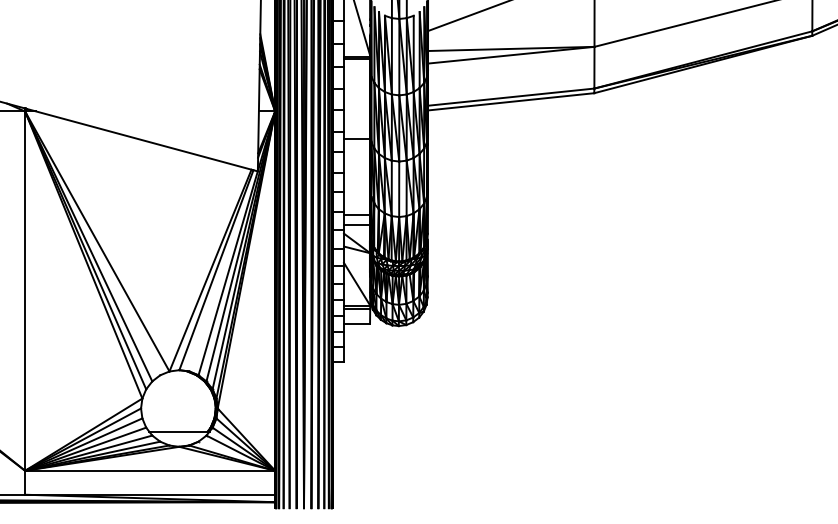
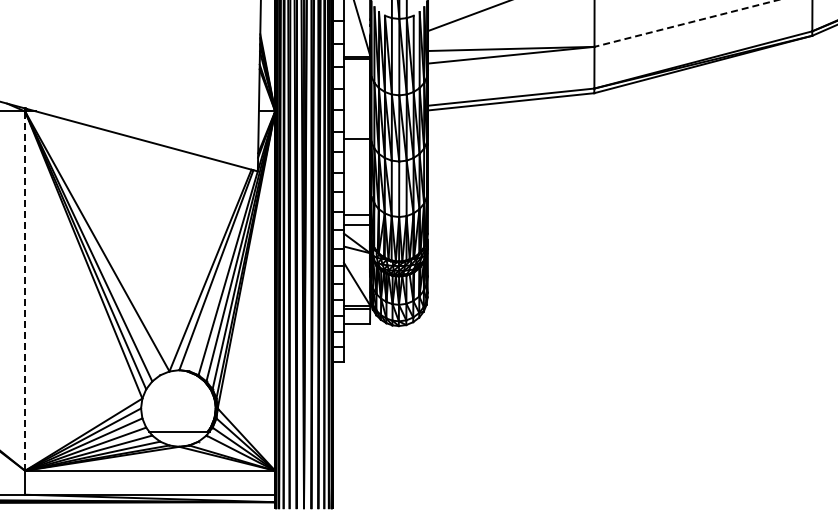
line at (685, 23): solid -> dashed
line at (25, 291): solid -> dashed
